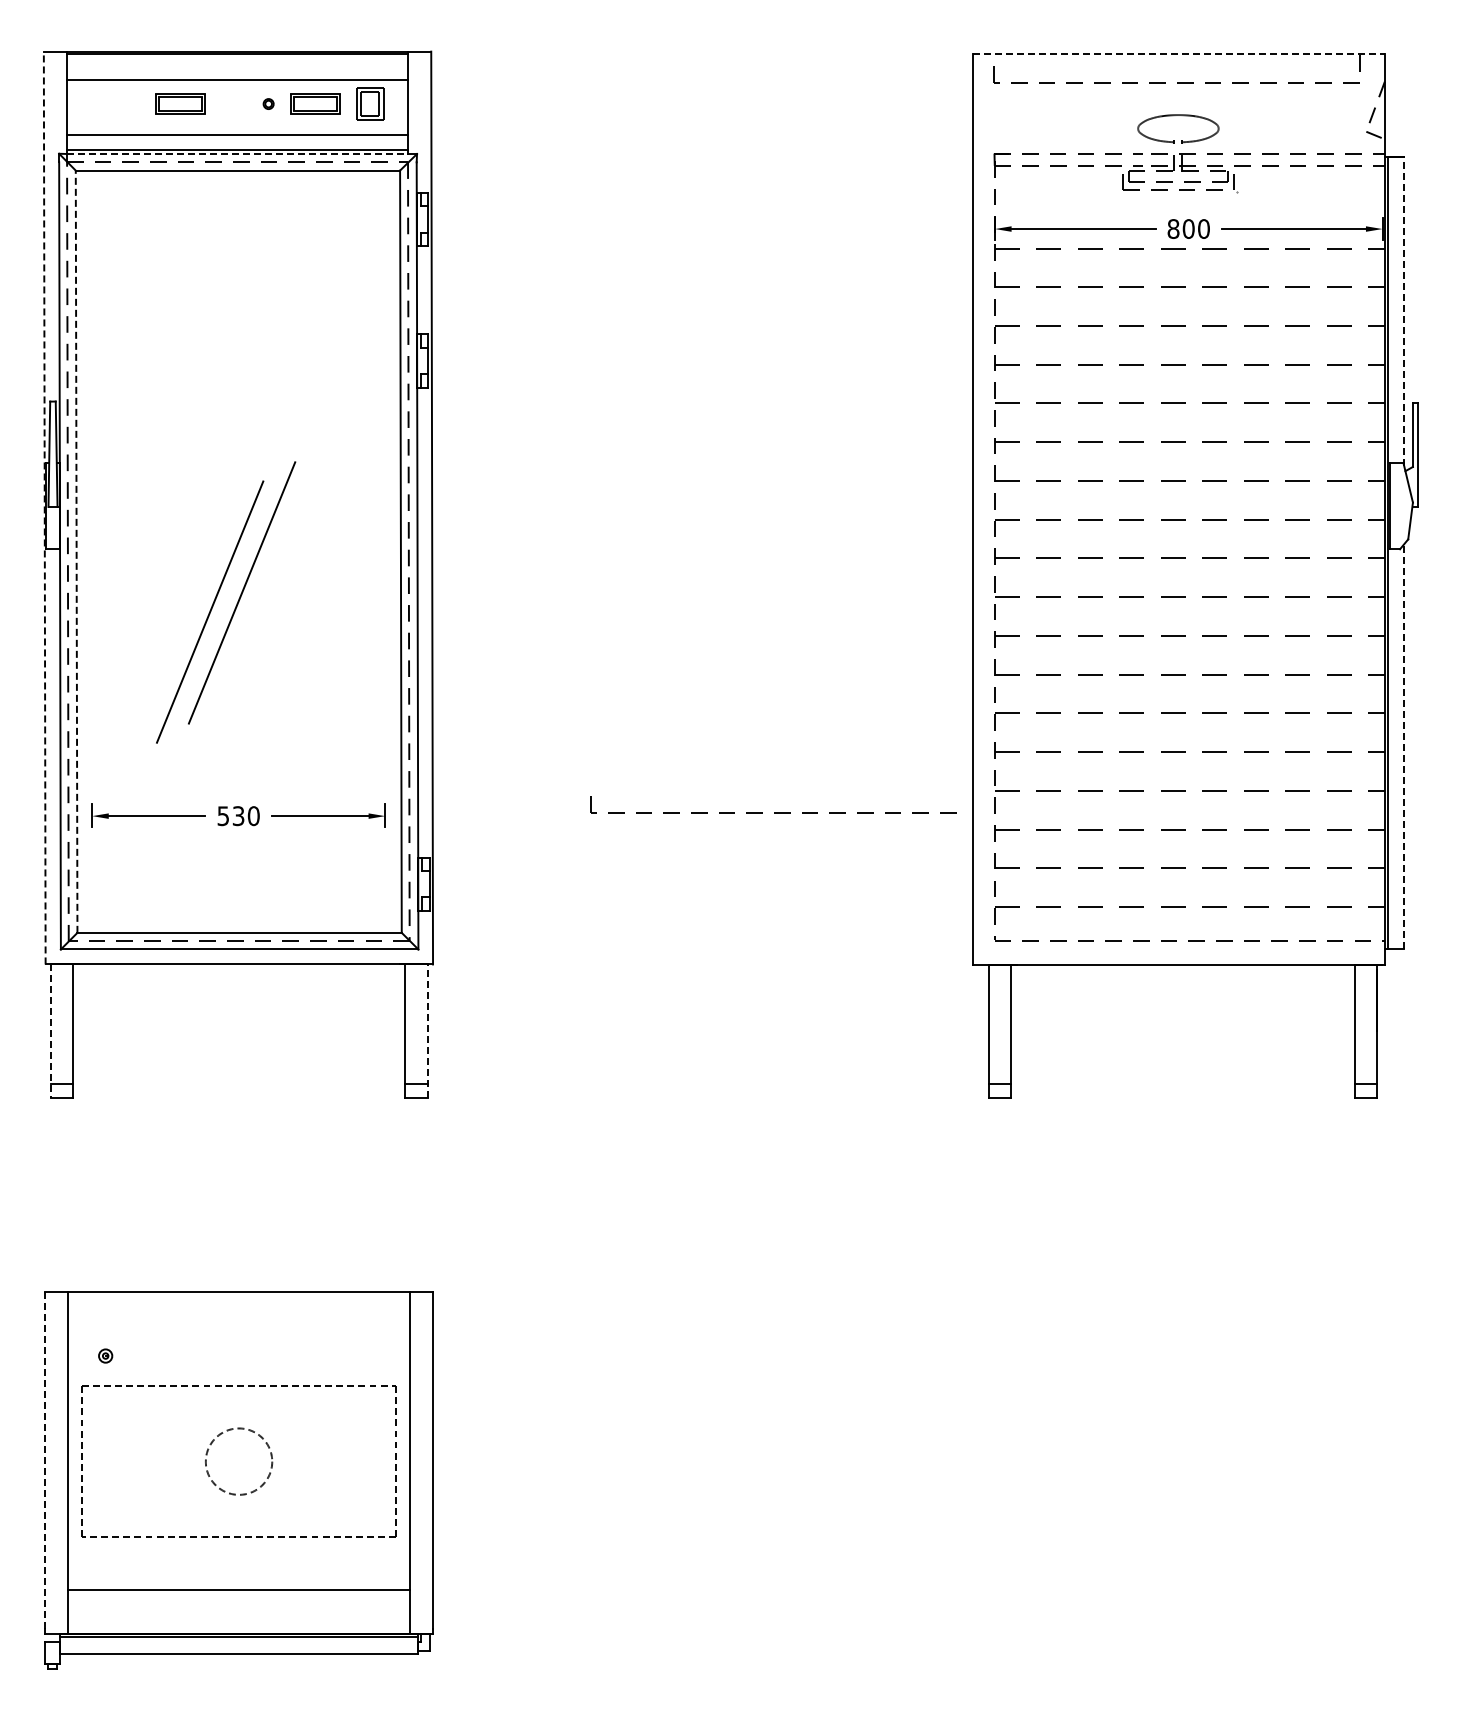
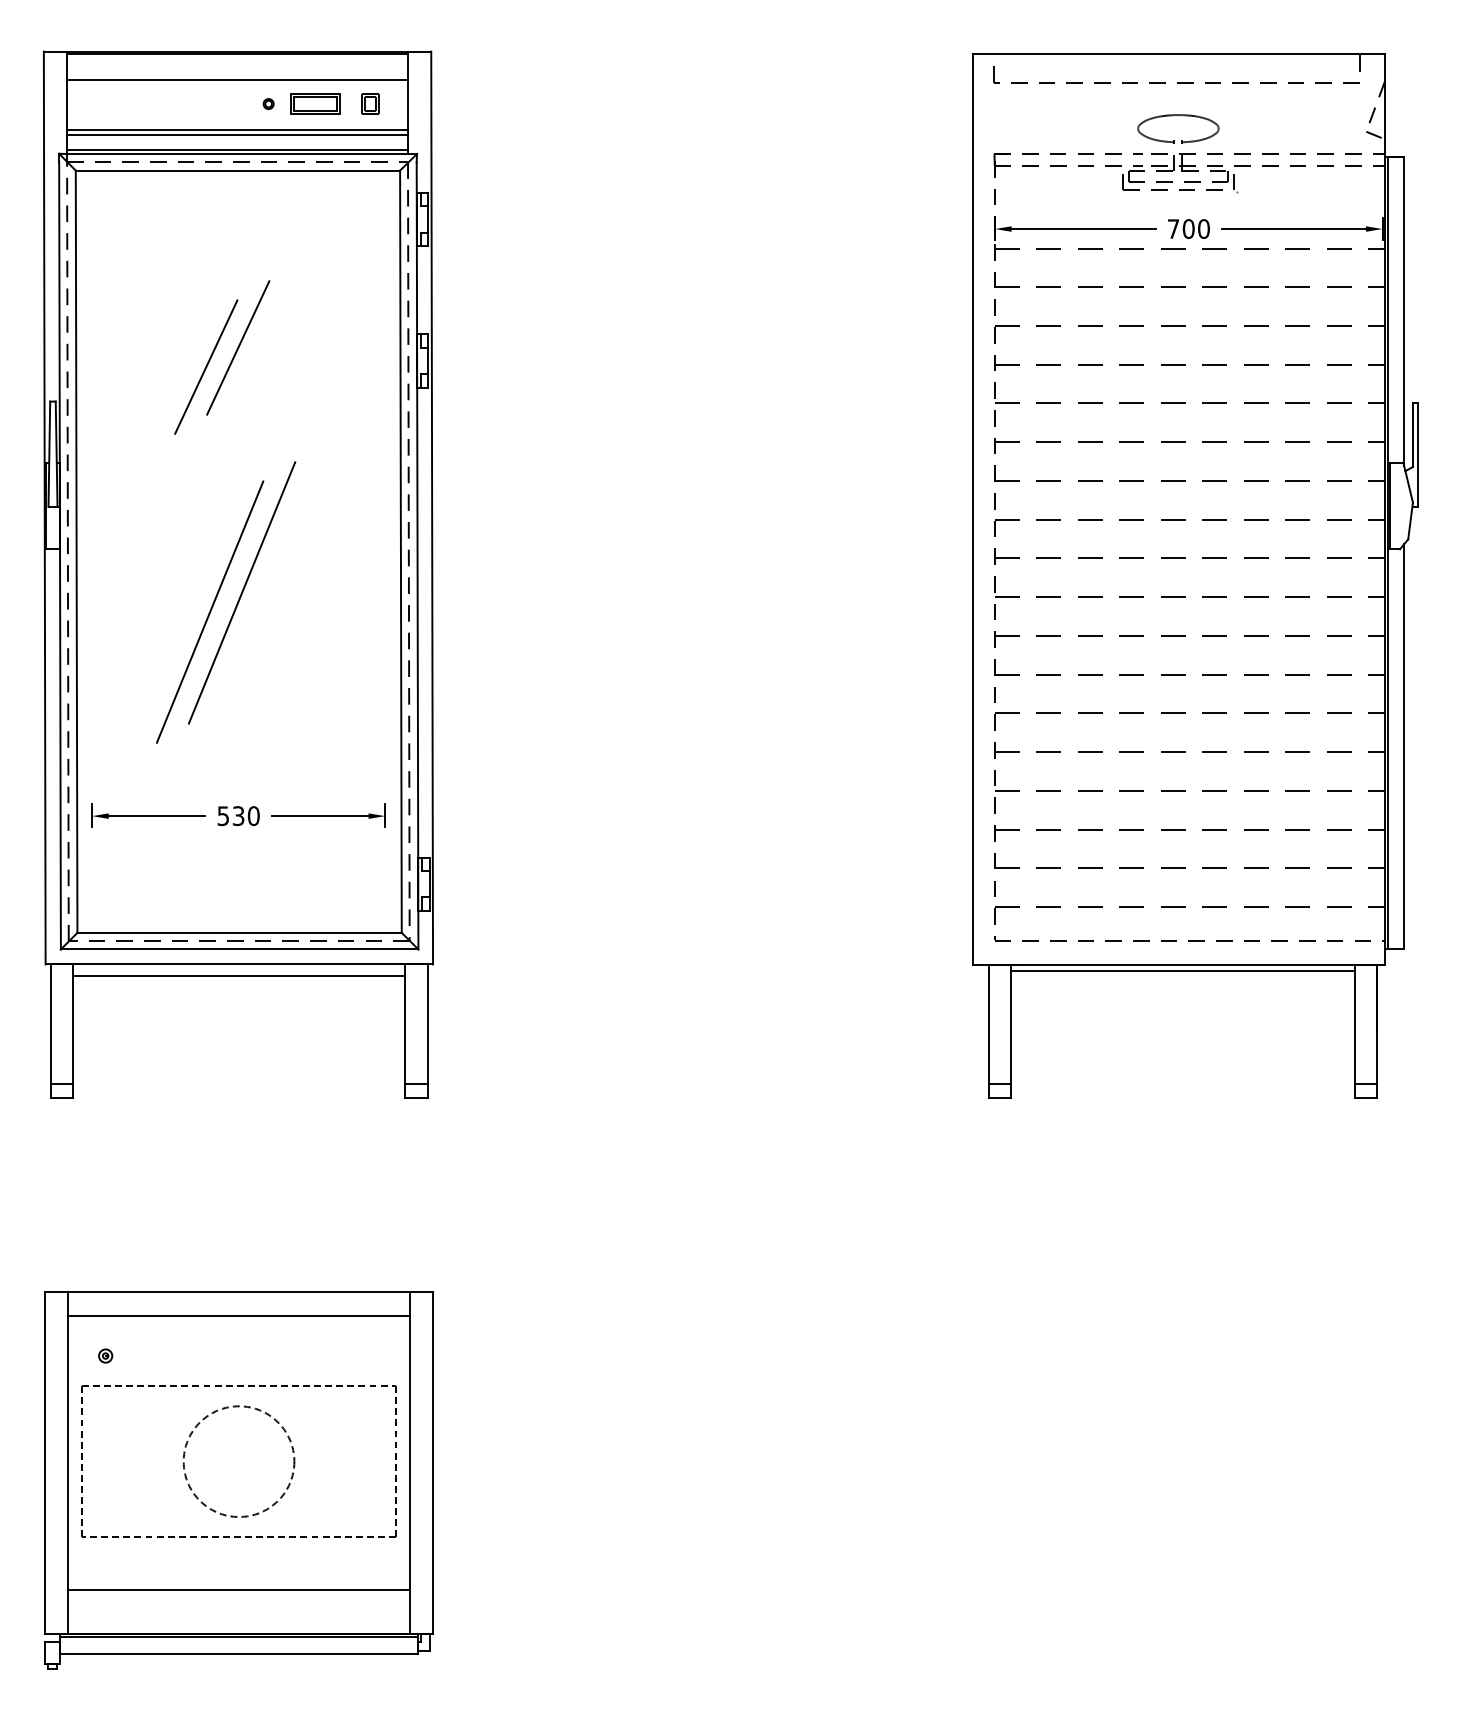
line at (1179, 53): dashed -> solid
part at (180, 103): present -> none
part at (370, 103) size: 29x34 px -> 19x22 px
line at (237, 129): none -> present
line at (238, 154): dashed -> solid
text at (1173, 228): 800 -> 700
line at (1404, 311): dashed -> solid
line at (238, 347): none -> present
line at (206, 366): none -> present
line at (44, 507): dashed -> solid
line at (76, 551): dashed -> solid
line at (1404, 745): dashed -> solid
part at (774, 812): present -> none
line at (1182, 971): none -> present
line at (239, 975): none -> present
line at (51, 1031): dashed -> solid
line at (427, 1031): dashed -> solid
line at (238, 1315): none -> present
line at (44, 1460): dashed -> solid
circle at (238, 1461) diameter: 66 px -> 111 px
